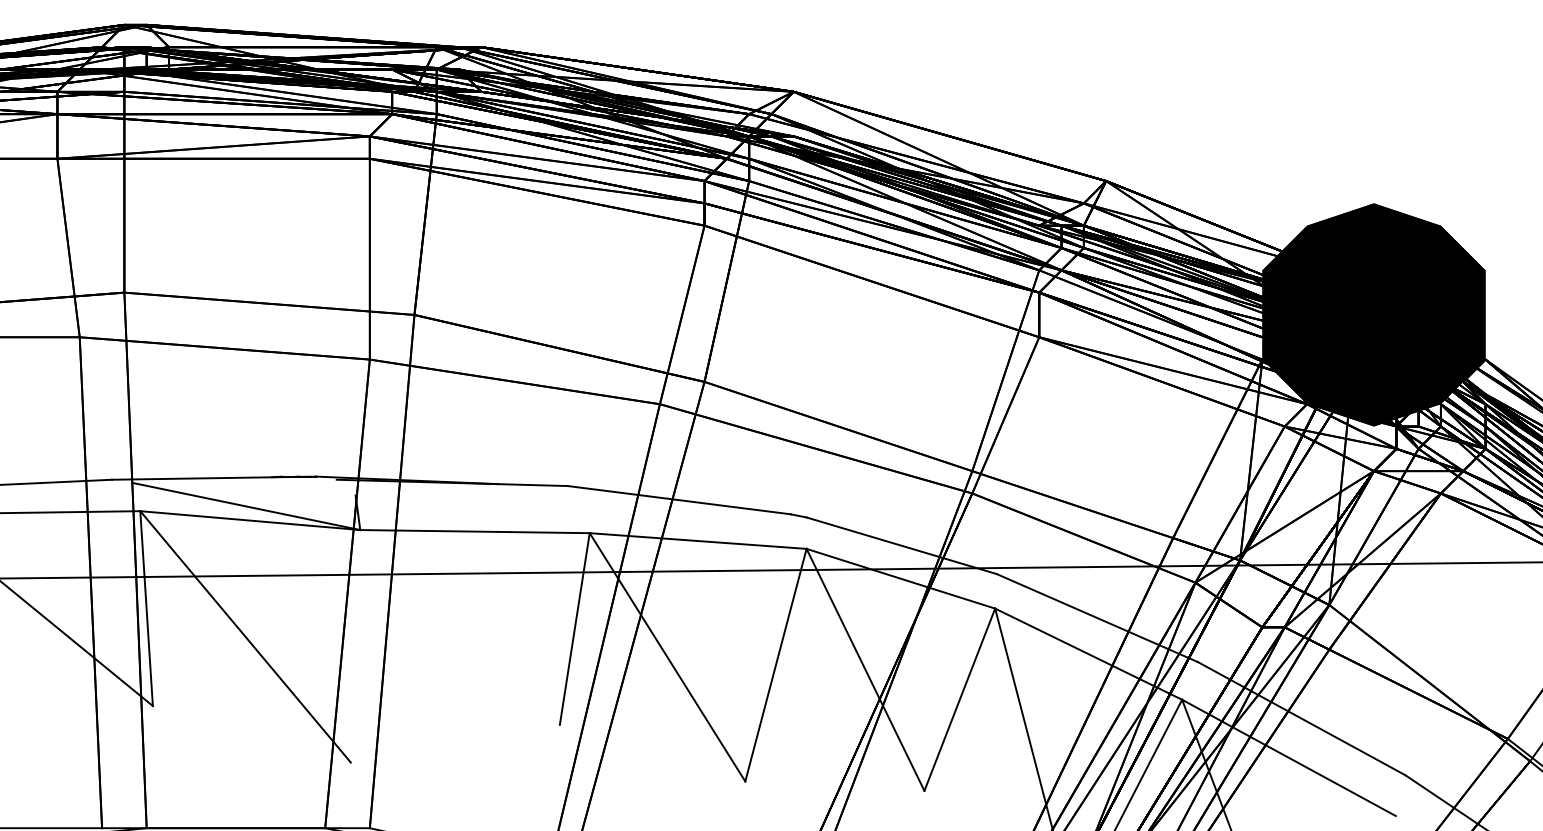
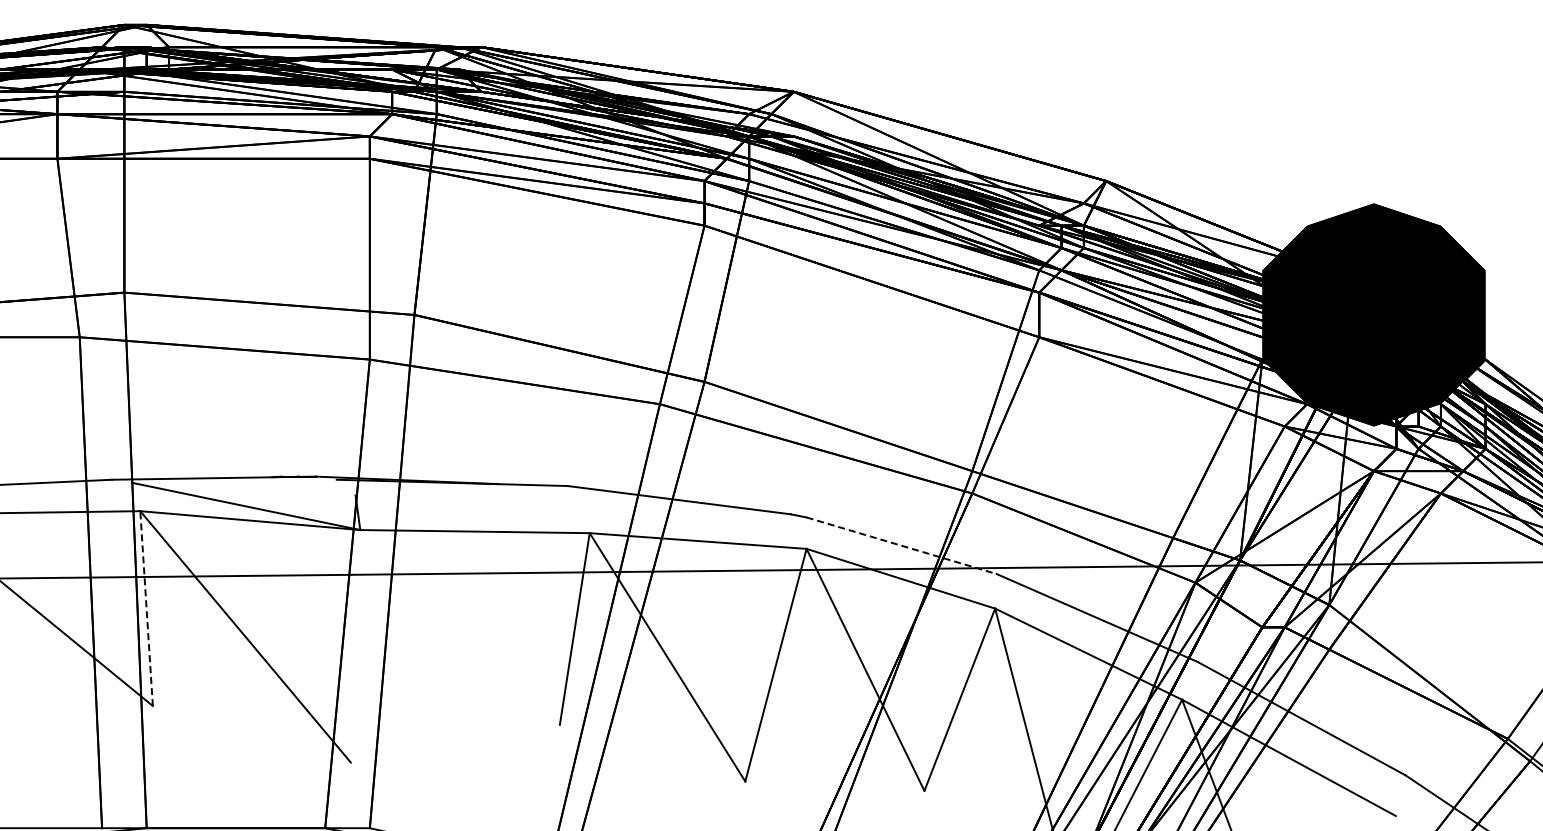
line at (902, 545): solid -> dashed
line at (146, 608): solid -> dashed
